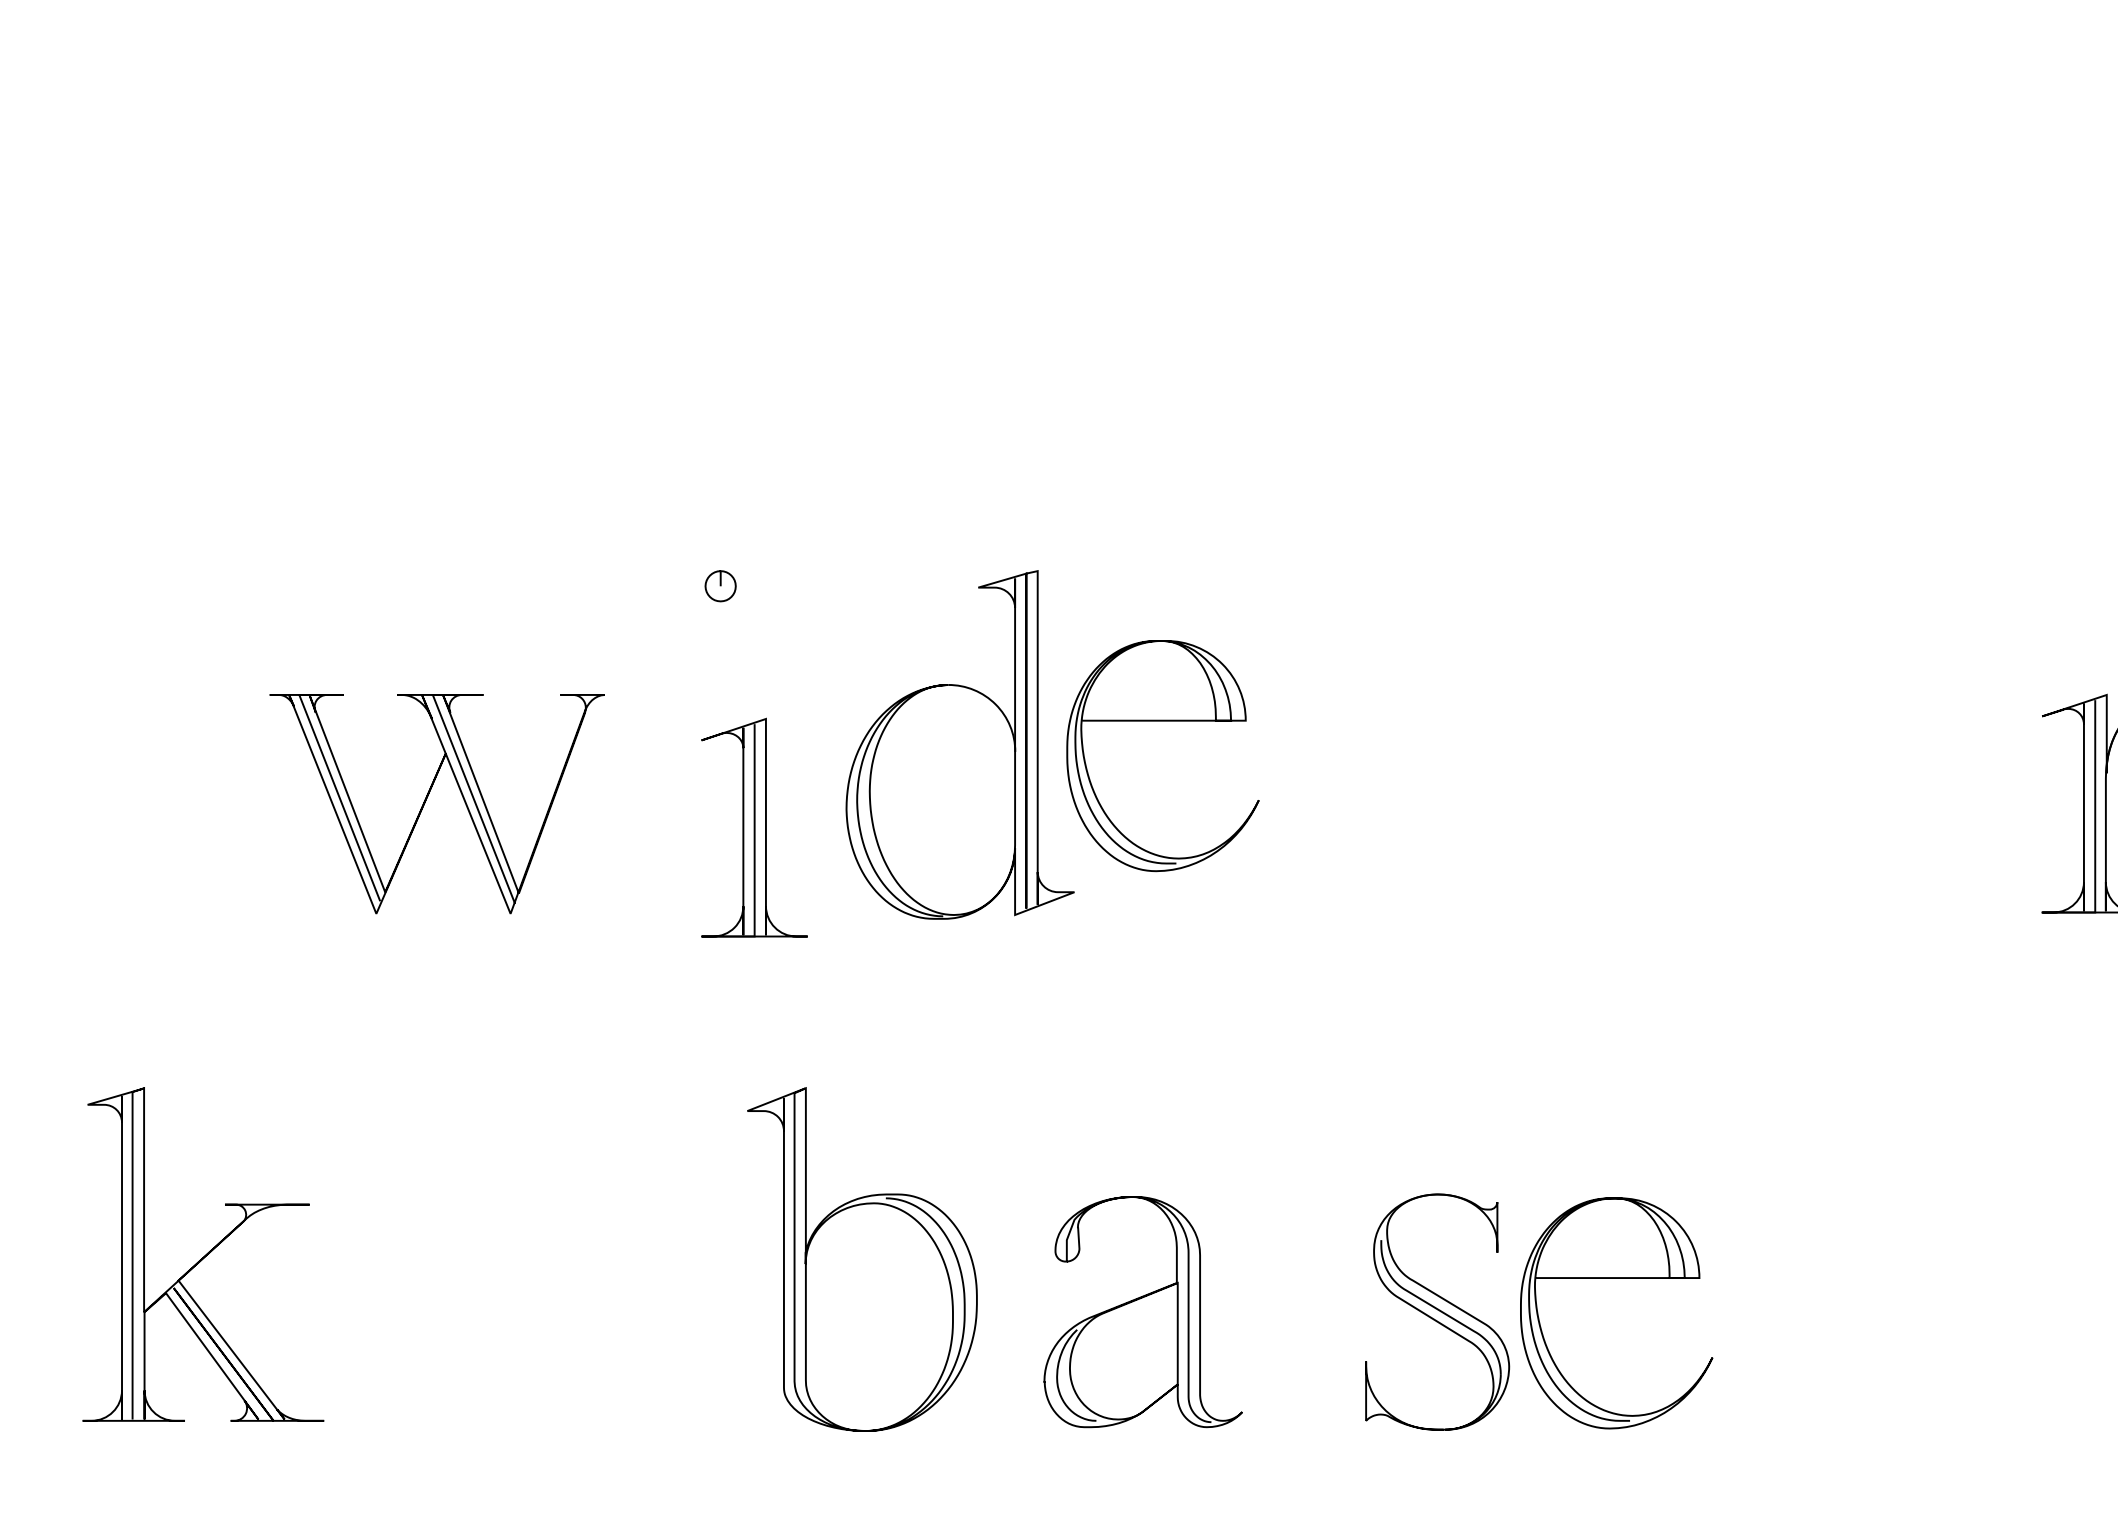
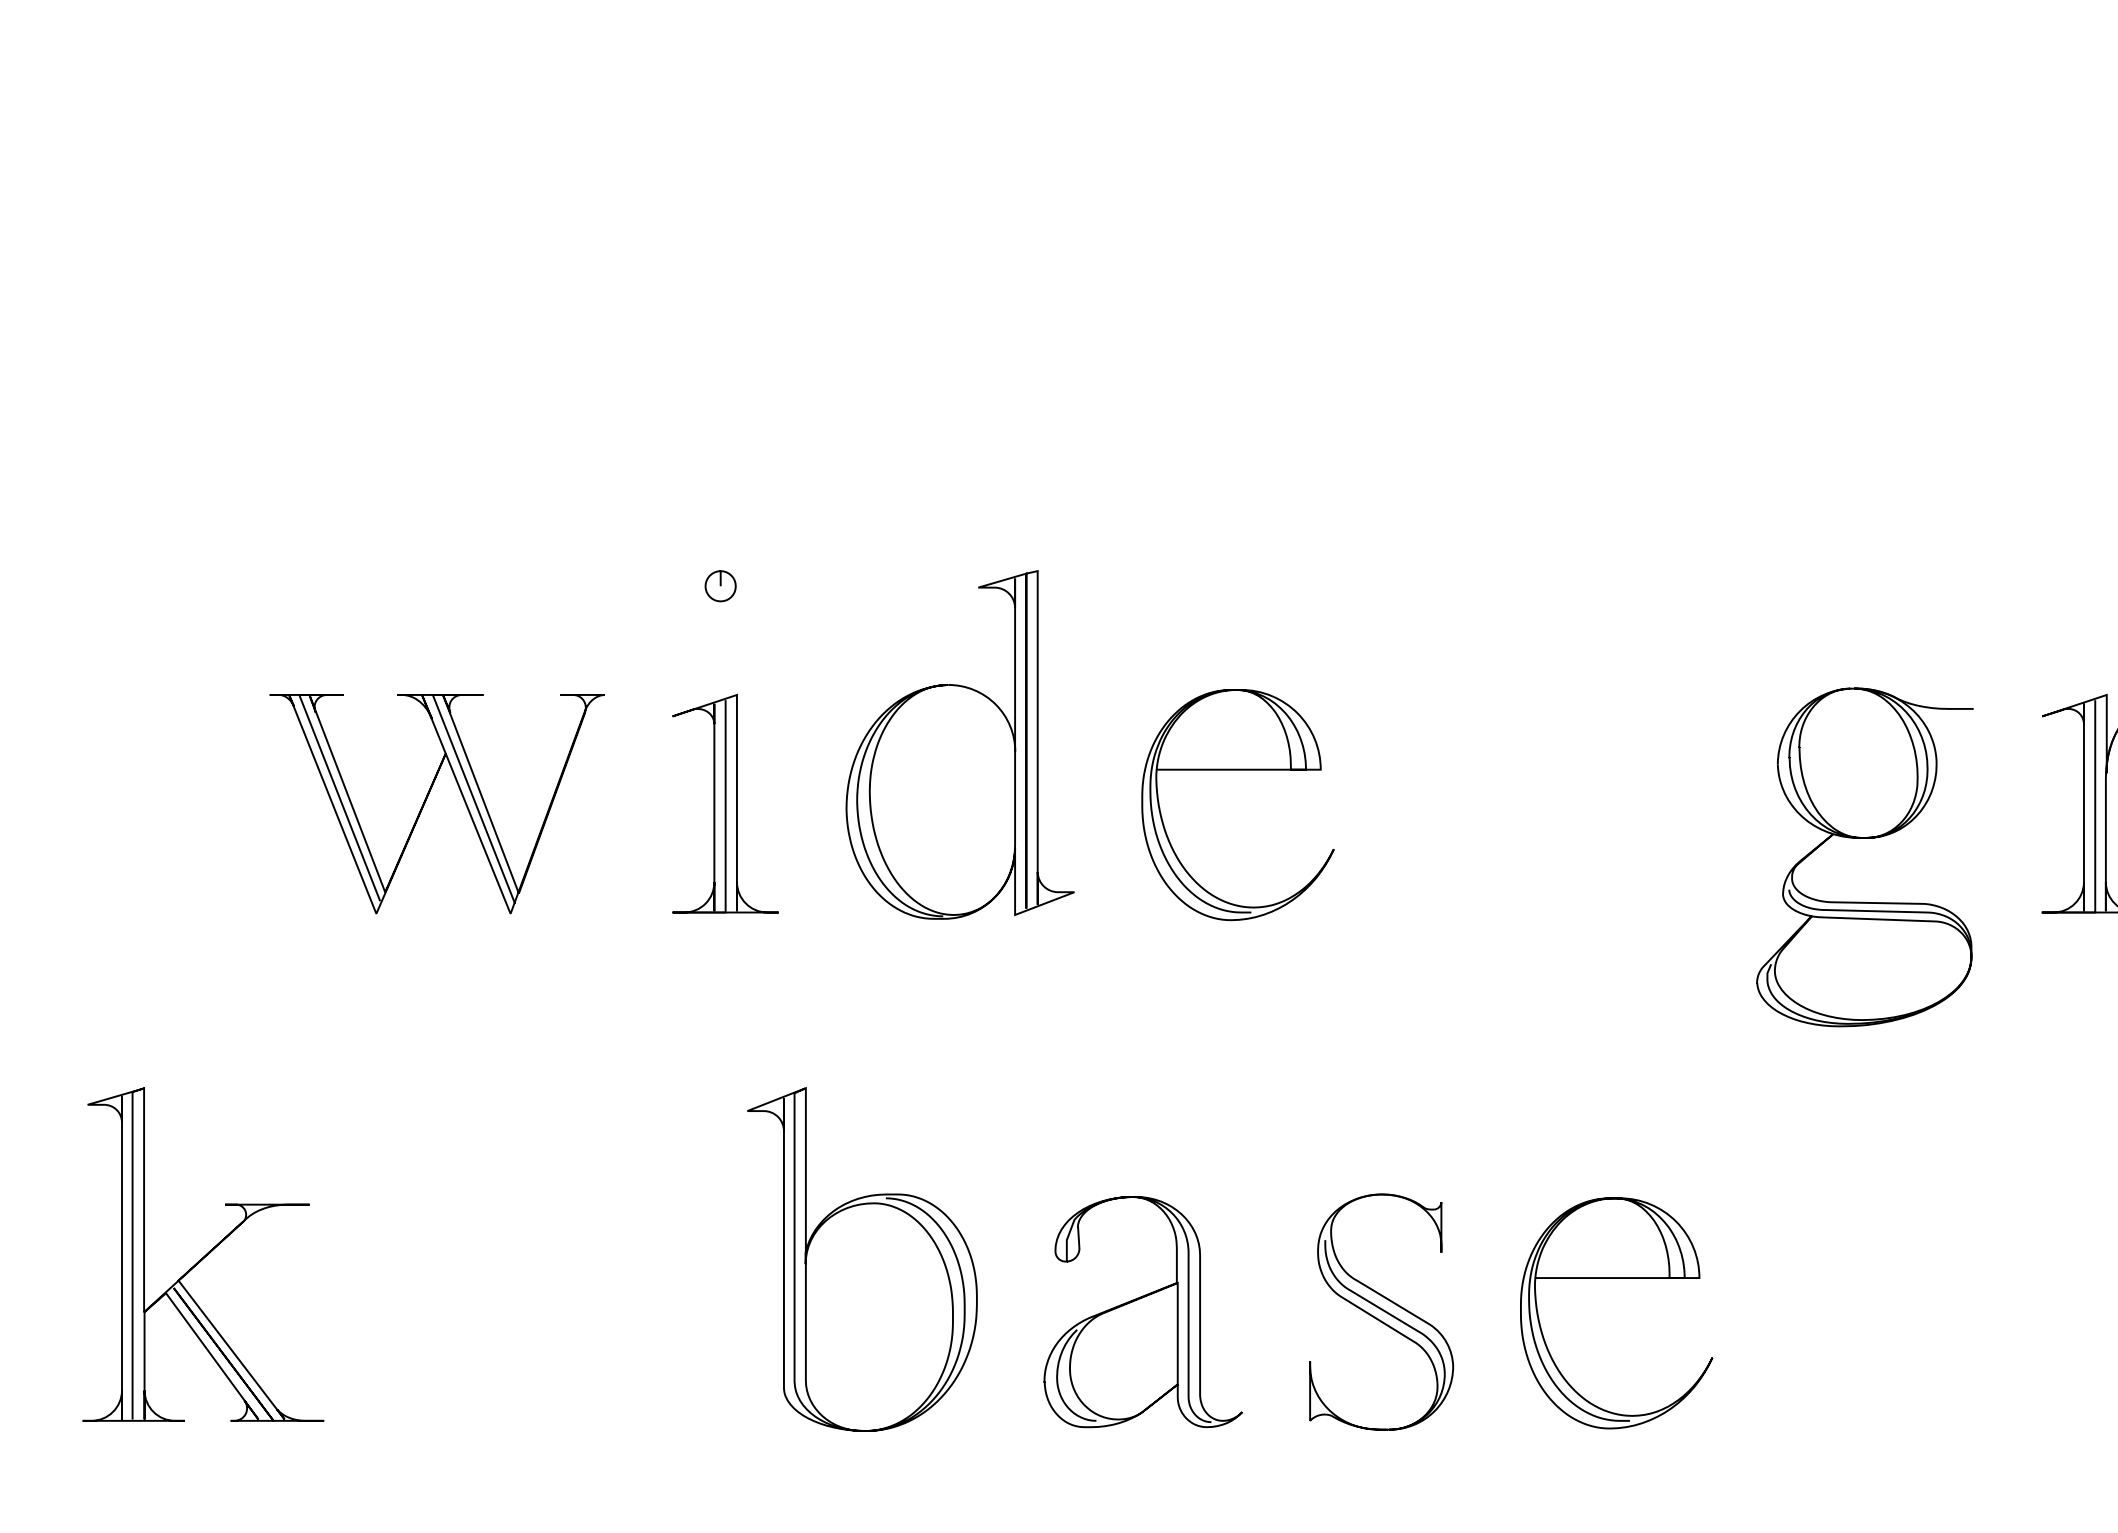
curve at (1162, 721) position: (1162, 721) -> (1237, 770)
part at (754, 827) position: (754, 827) -> (725, 803)
part at (1864, 838): none -> present
part at (1437, 1311) position: (1437, 1311) -> (1381, 1311)
